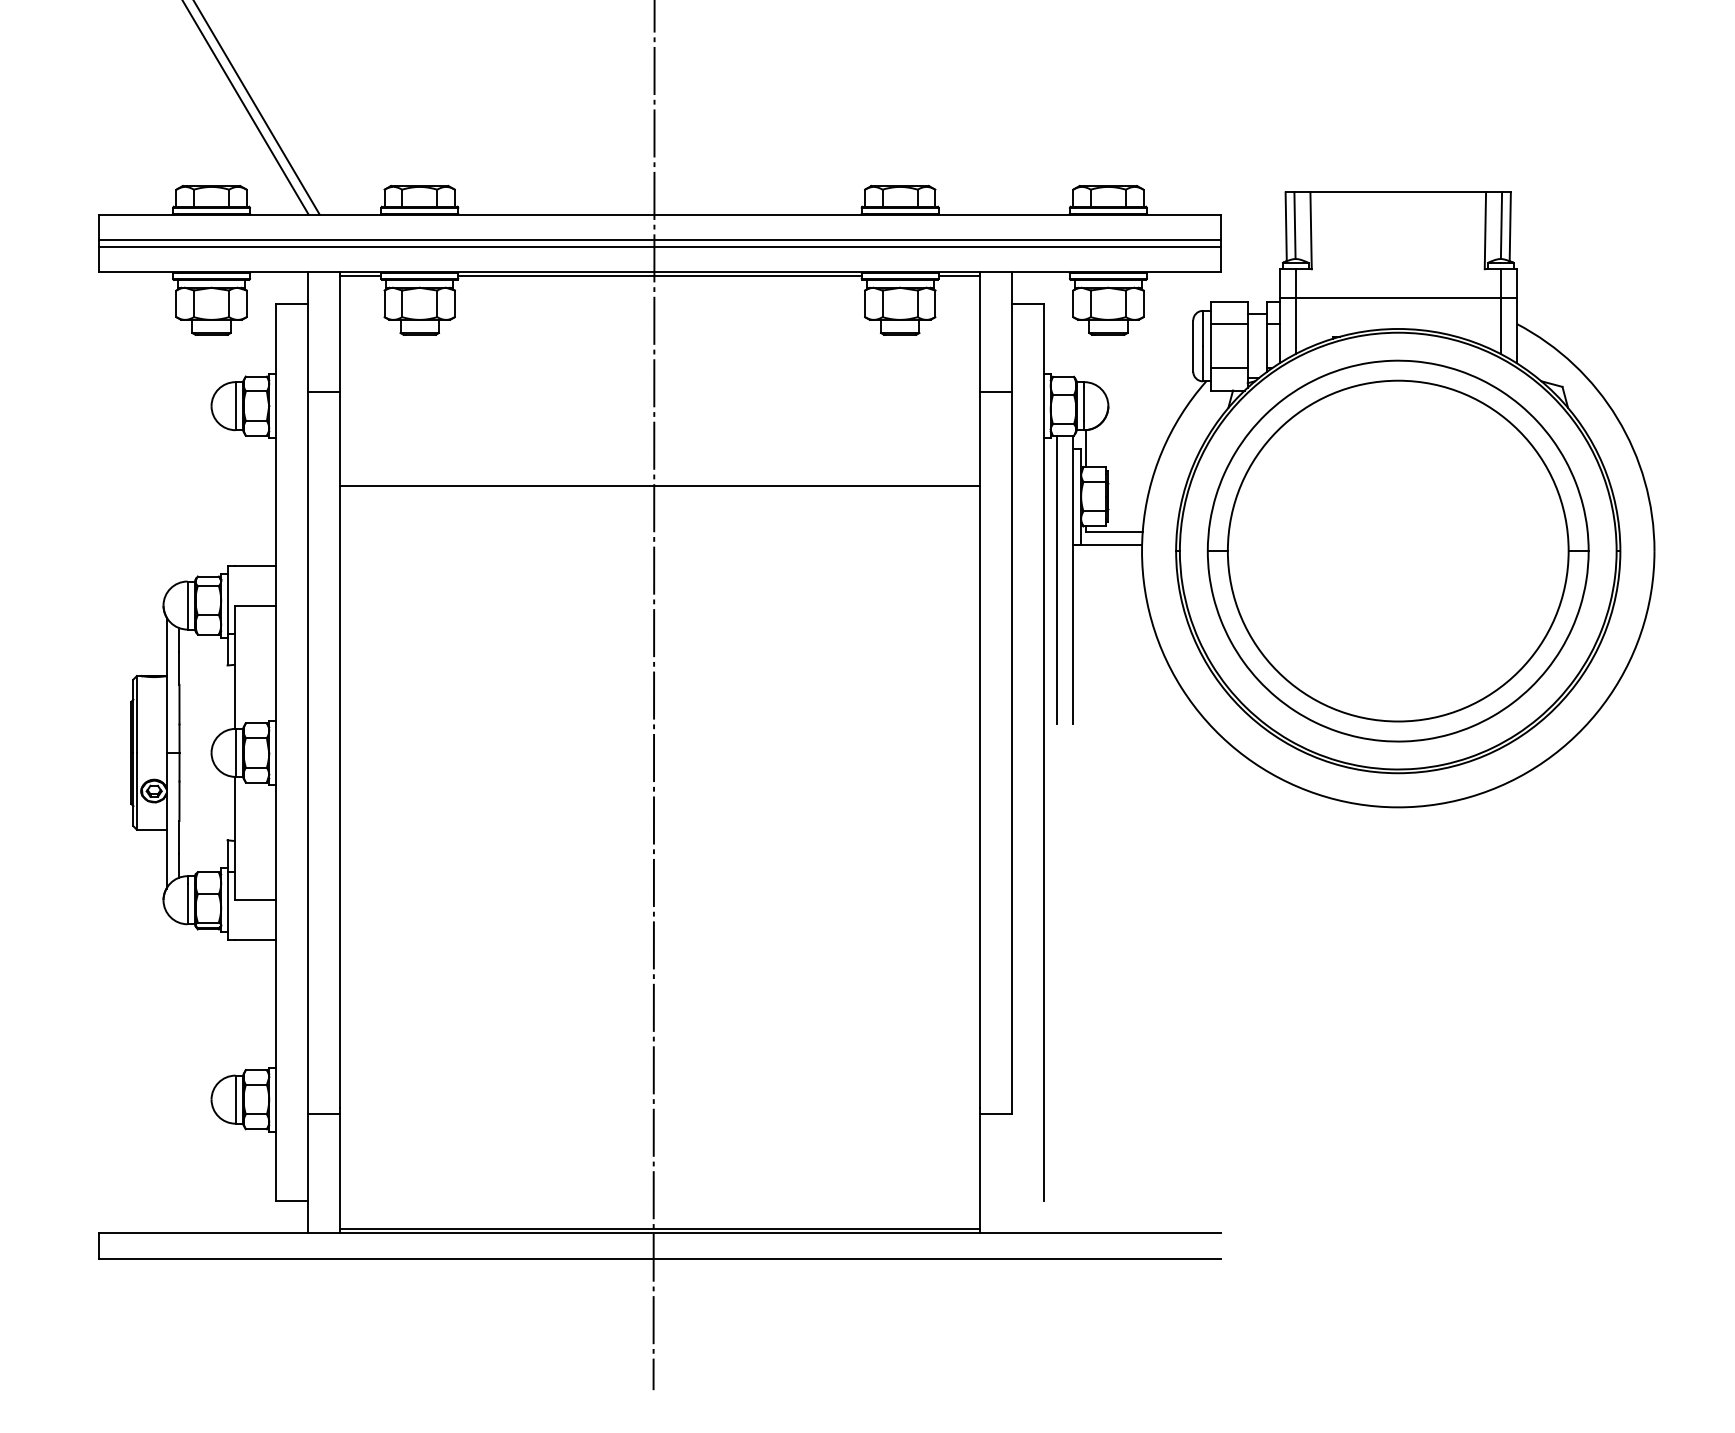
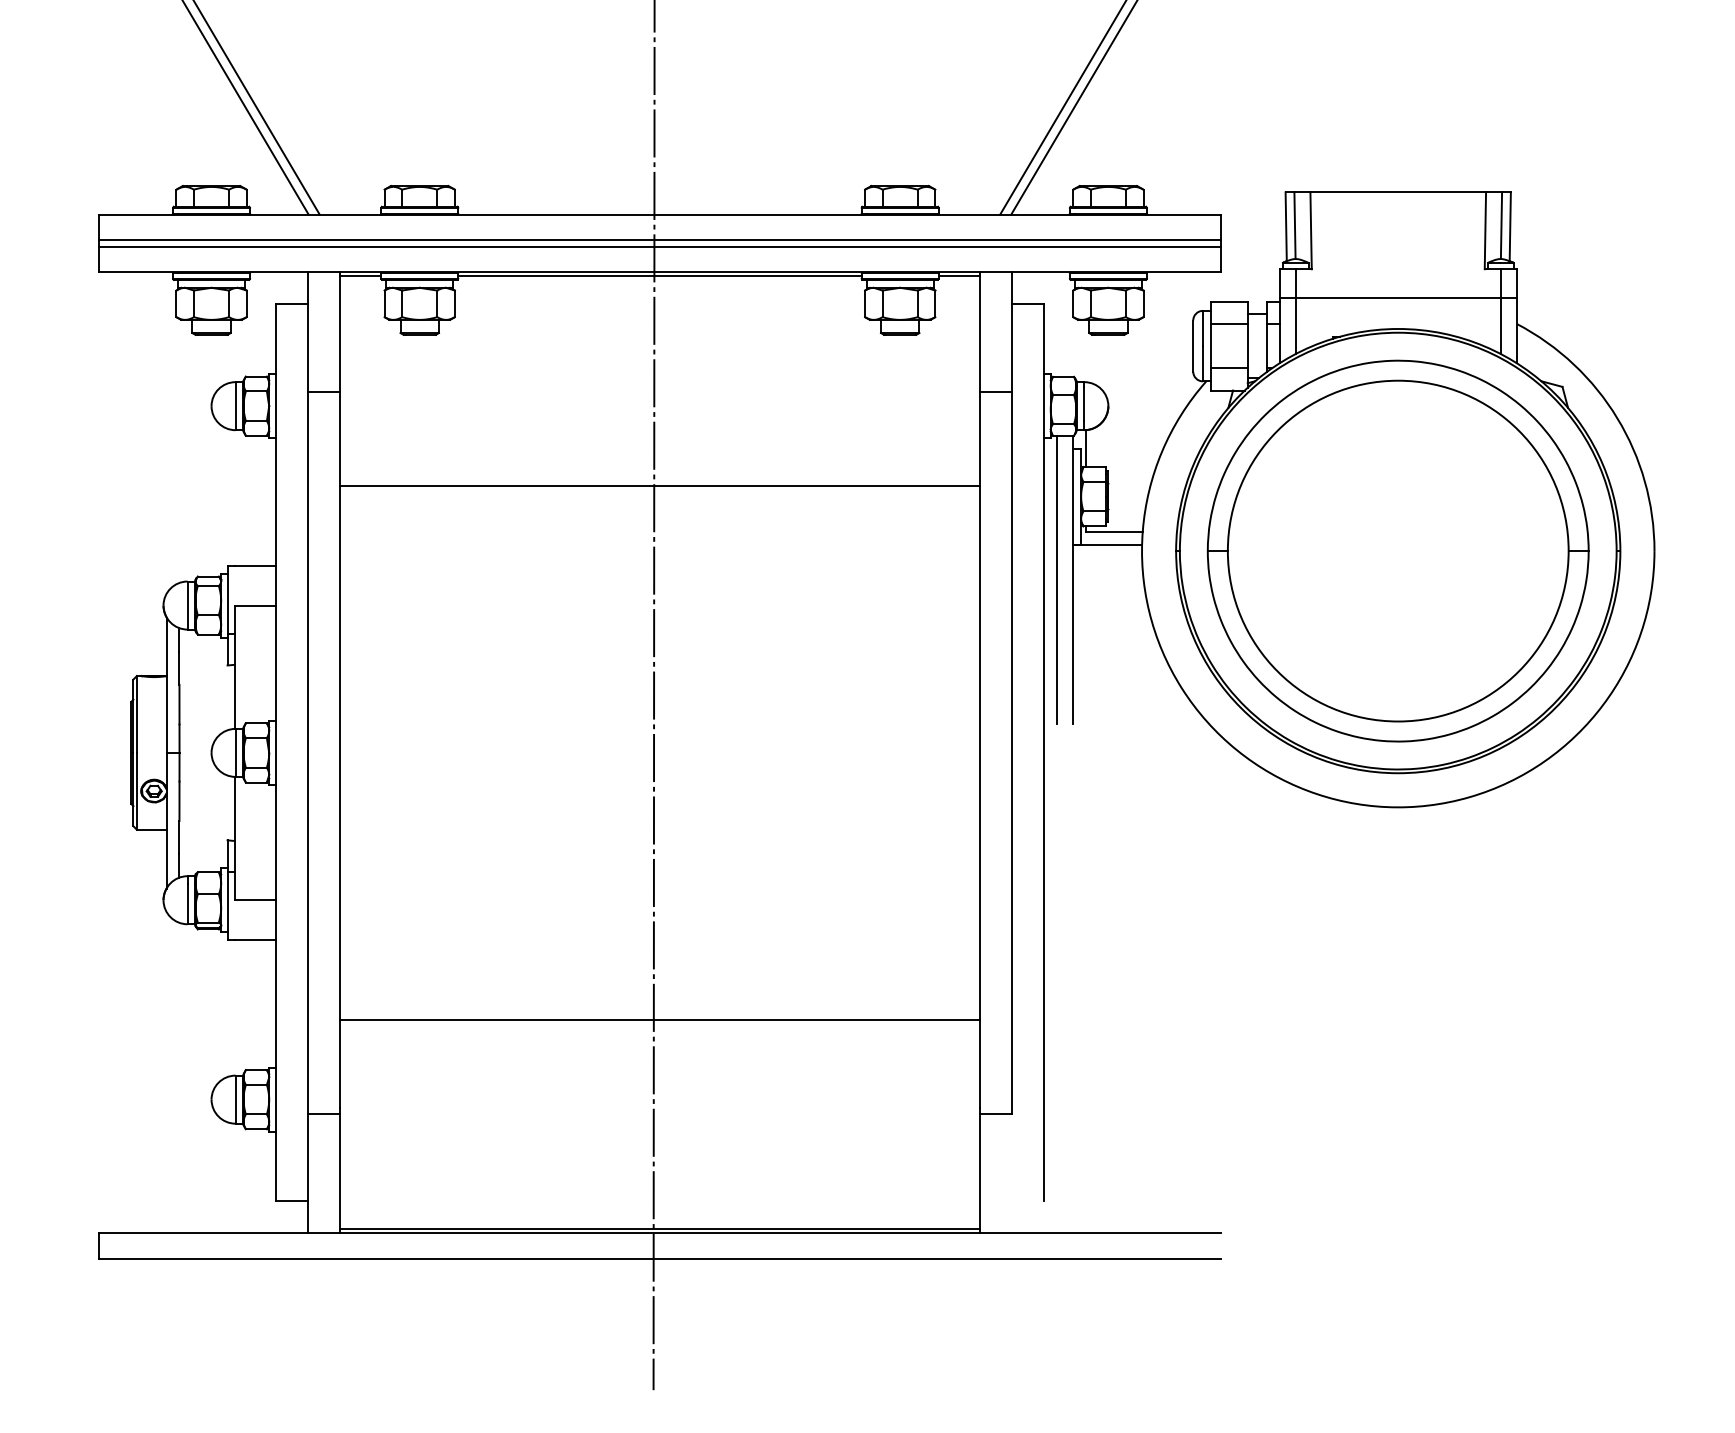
line at (1062, 108): none -> present
line at (1073, 108): none -> present
line at (659, 1019): none -> present
